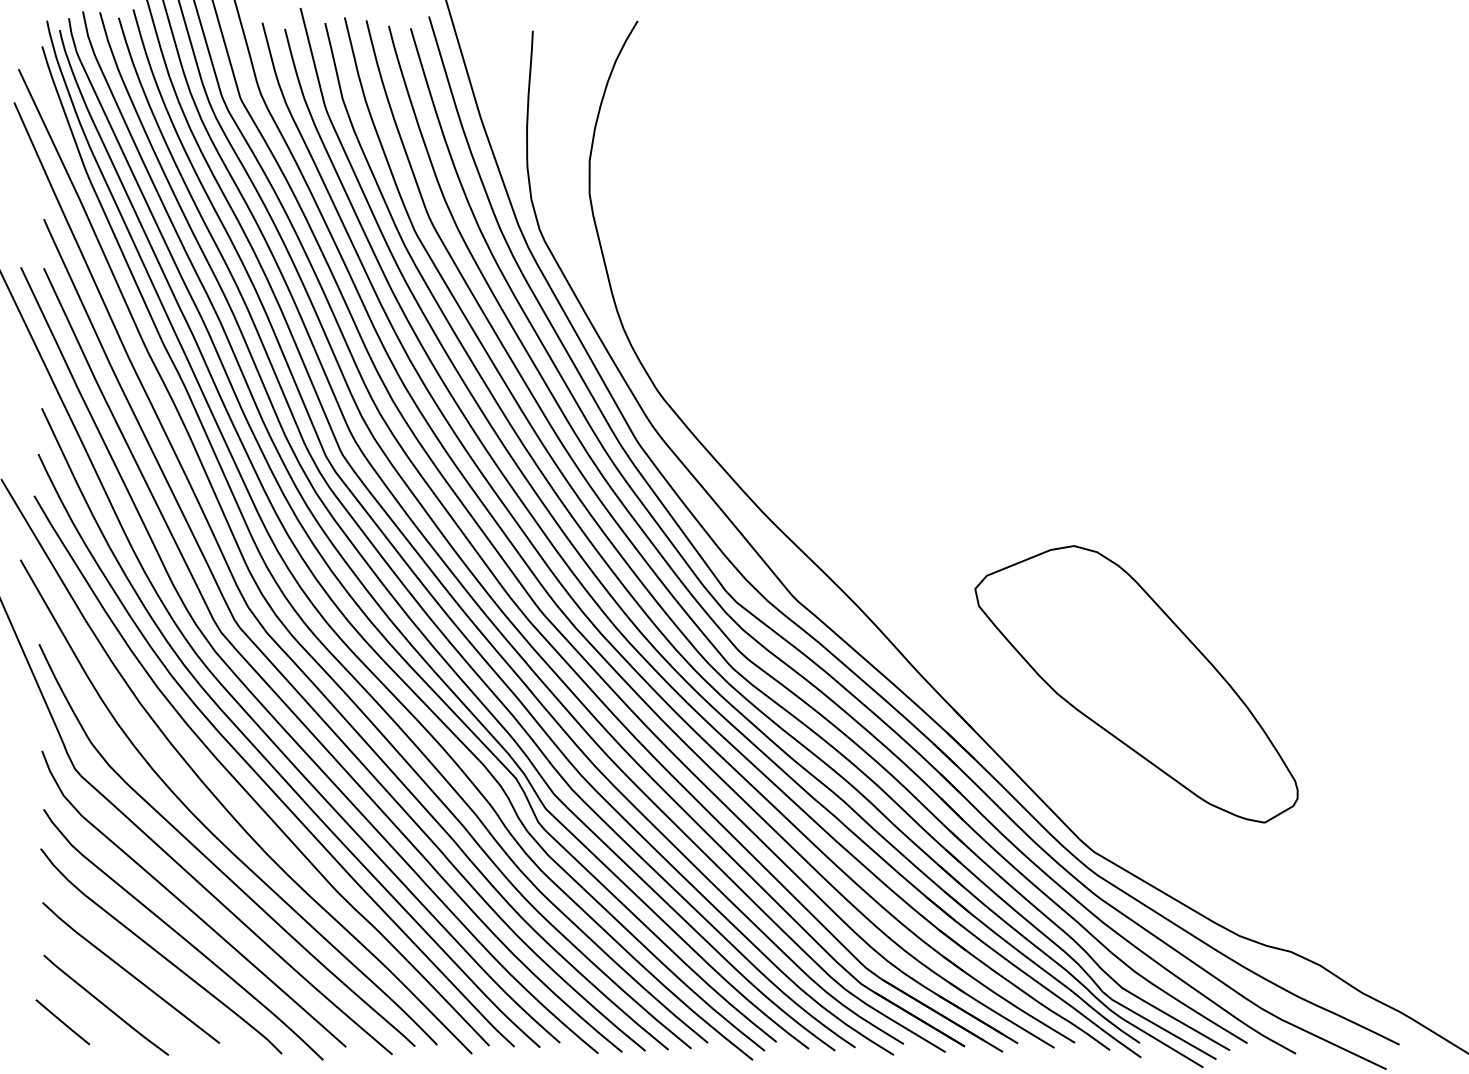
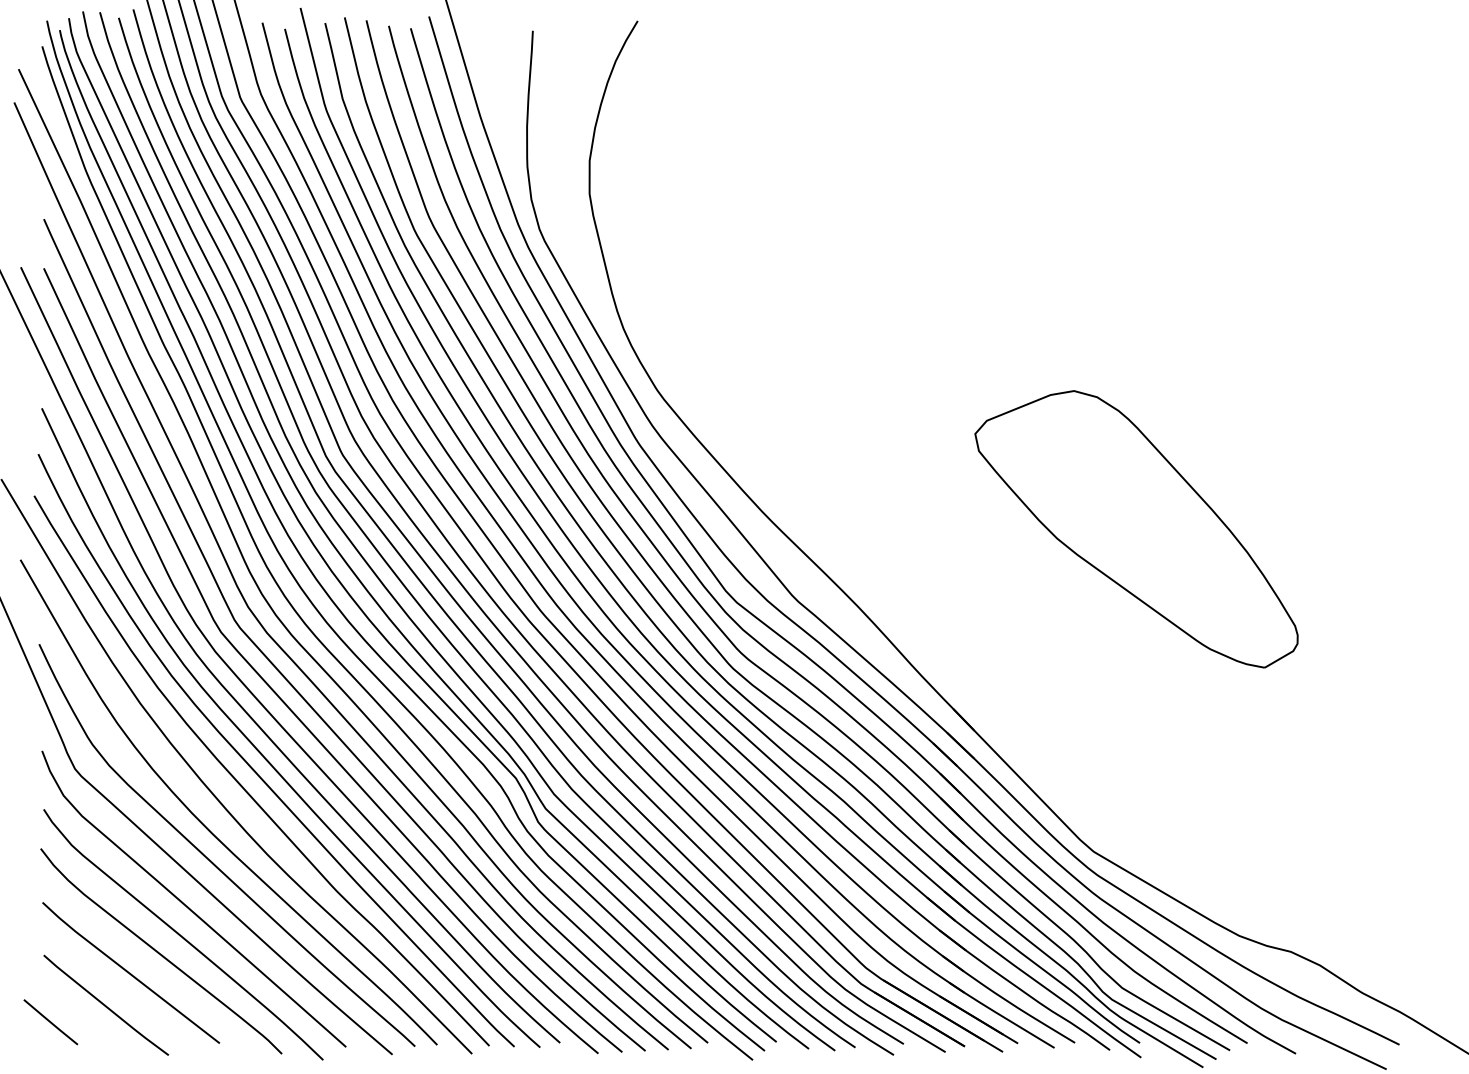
part at (1136, 684) position: (1136, 684) -> (1136, 529)
line at (62, 1022) position: (62, 1022) -> (50, 1022)
